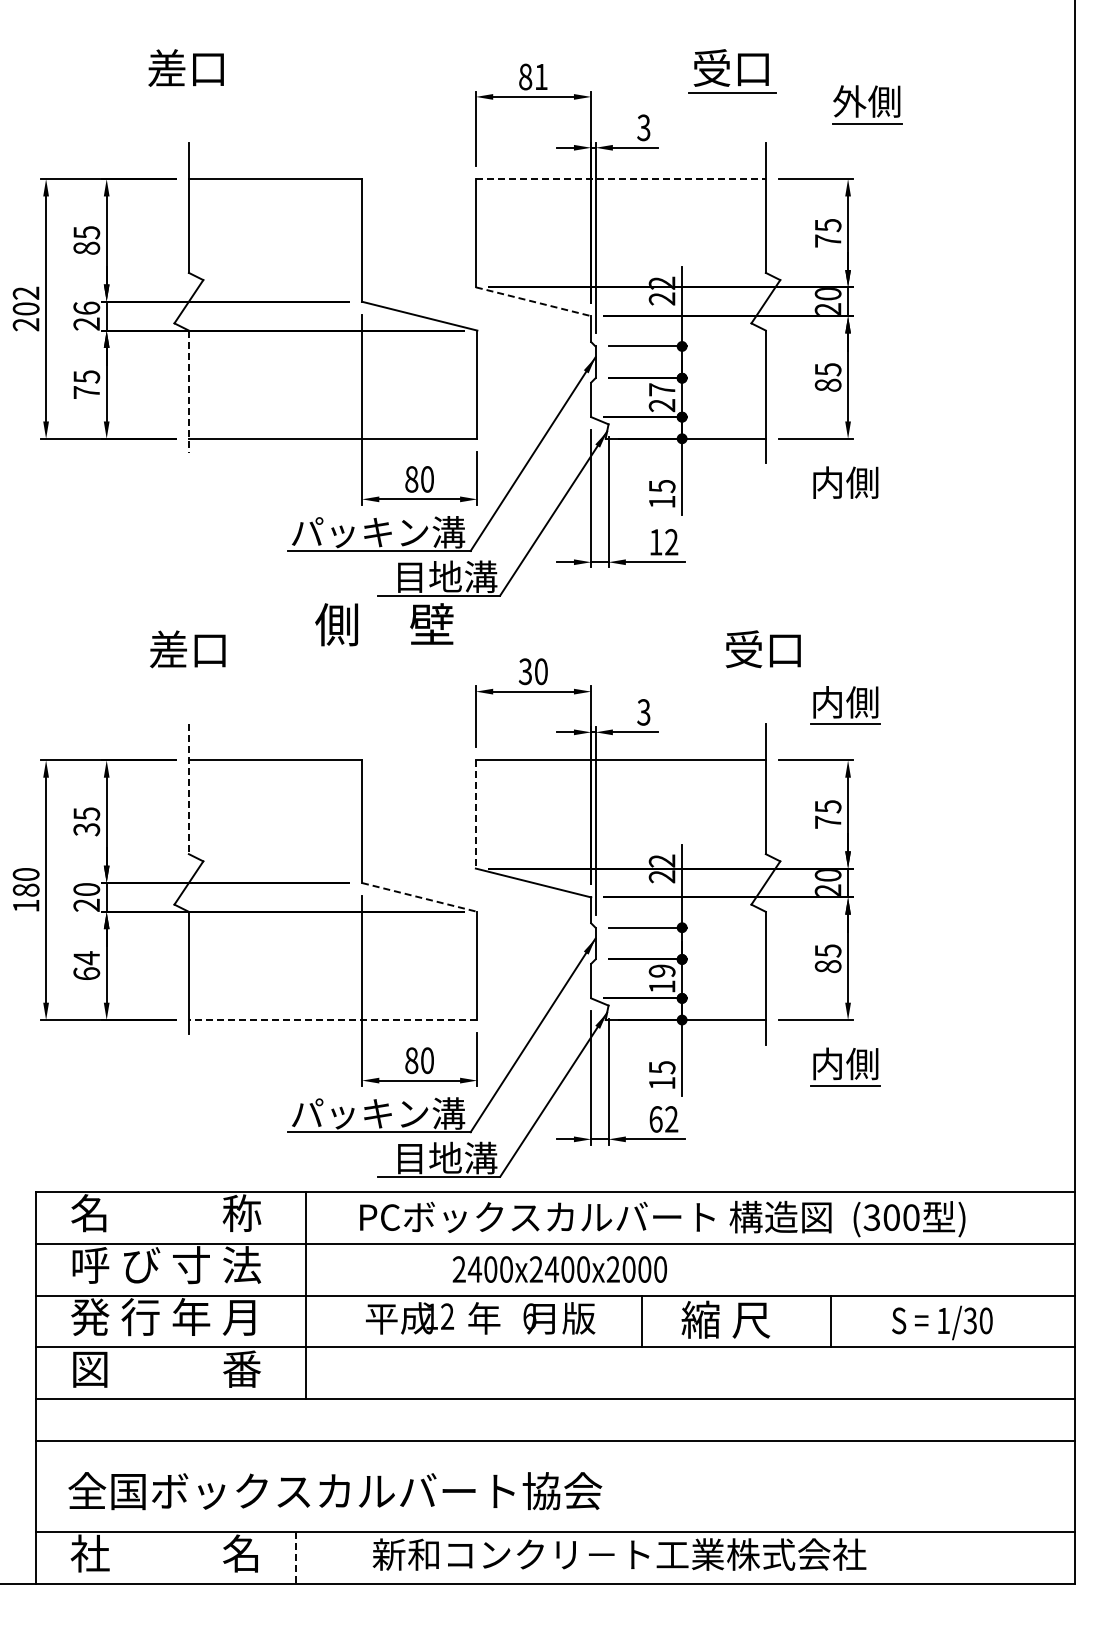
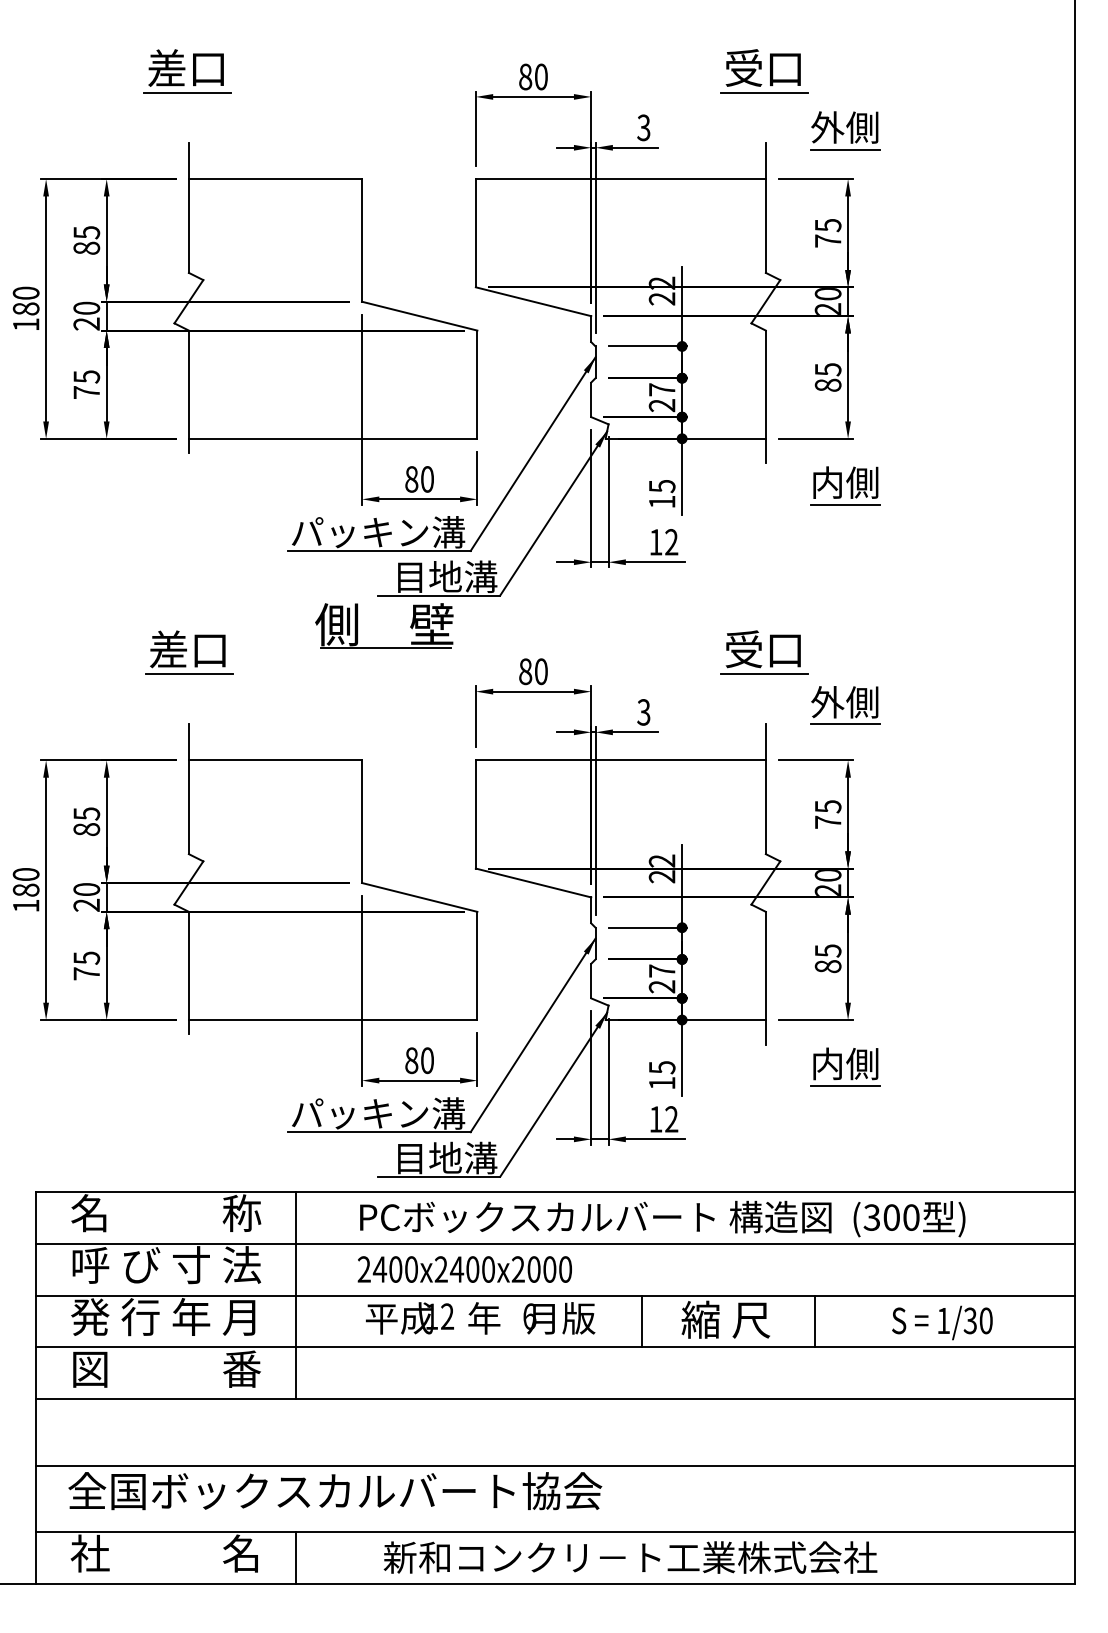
part at (732, 71) position: (732, 71) -> (764, 71)
text at (541, 76): 81 -> 80
line at (187, 92): none -> present
part at (867, 104) position: (867, 104) -> (845, 130)
line at (621, 179): dashed -> solid
line at (534, 301): dashed -> solid
text at (86, 307): 26 -> 20
text at (25, 308): 202 -> 180
line at (188, 392): dashed -> solid
line at (844, 504): none -> present
line at (385, 647): none -> present
text at (525, 671): 30 -> 80
line at (189, 673): none -> present
line at (764, 673): none -> present
text at (827, 702): 内側 -> 外側
line at (188, 789): dashed -> solid
line at (475, 814): dashed -> solid
text at (86, 829): 35 -> 85
line at (420, 897): dashed -> solid
text at (86, 965): 64 -> 75
text at (661, 978): 19 -> 27
line at (332, 1020): dashed -> solid
text at (655, 1119): 62 -> 12
text at (559, 1269) position: (559, 1269) -> (464, 1269)
line at (305, 1295) position: (305, 1295) -> (295, 1295)
line at (831, 1321) position: (831, 1321) -> (815, 1321)
line at (555, 1440) position: (555, 1440) -> (555, 1465)
text at (619, 1554) position: (619, 1554) -> (630, 1557)
line at (295, 1558): dashed -> solid
